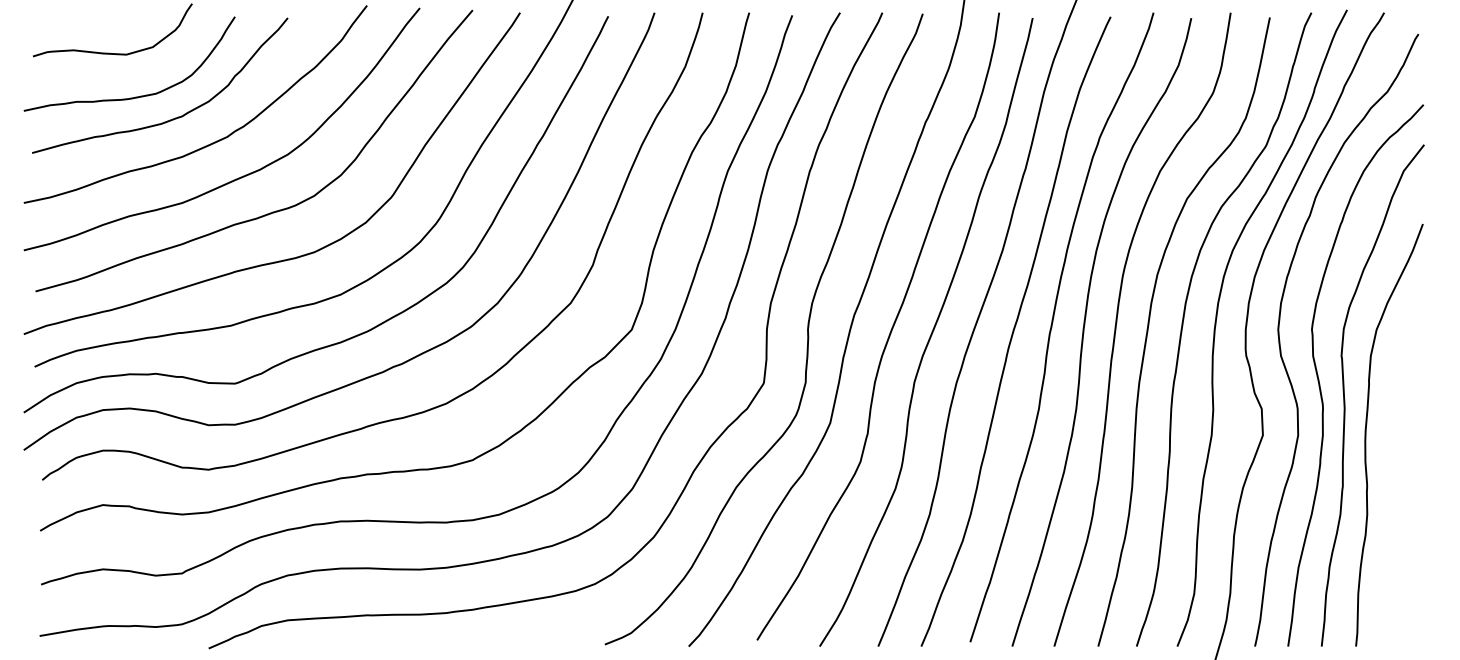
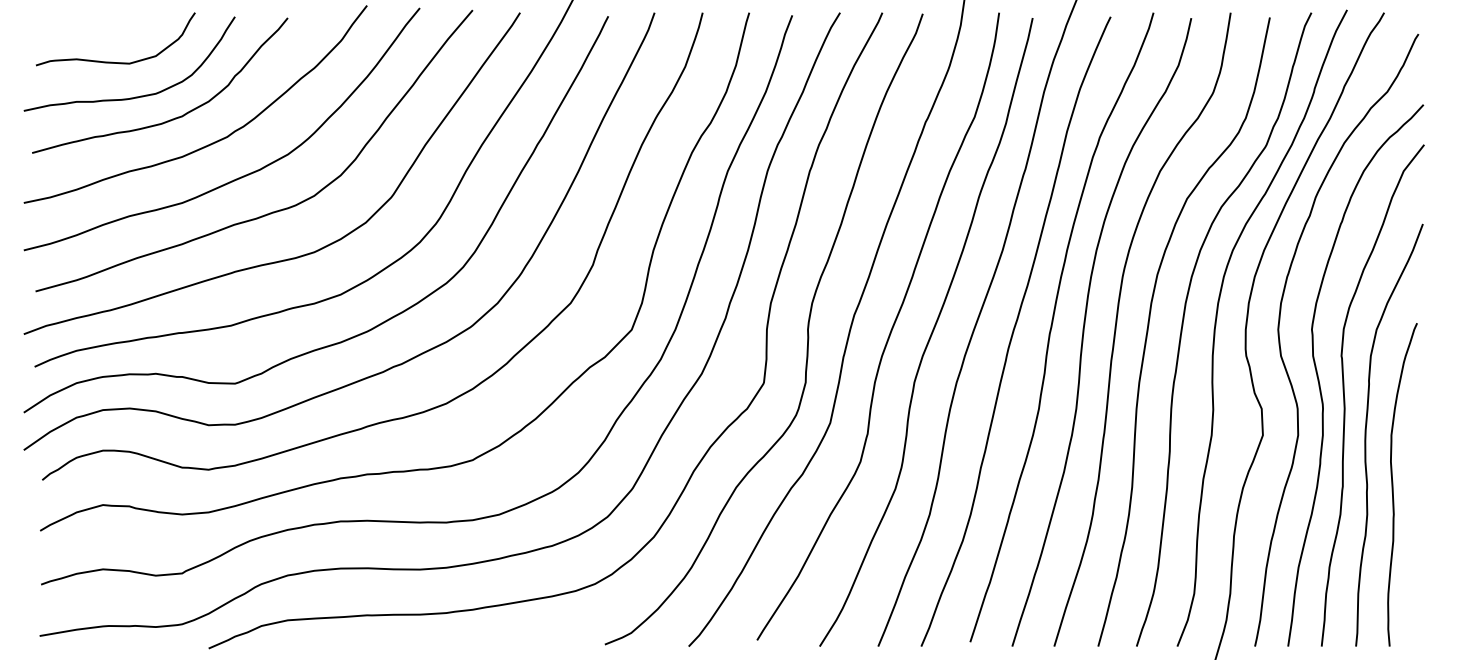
curve at (109, 52) position: (109, 52) -> (112, 61)
curve at (1393, 484): none -> present
